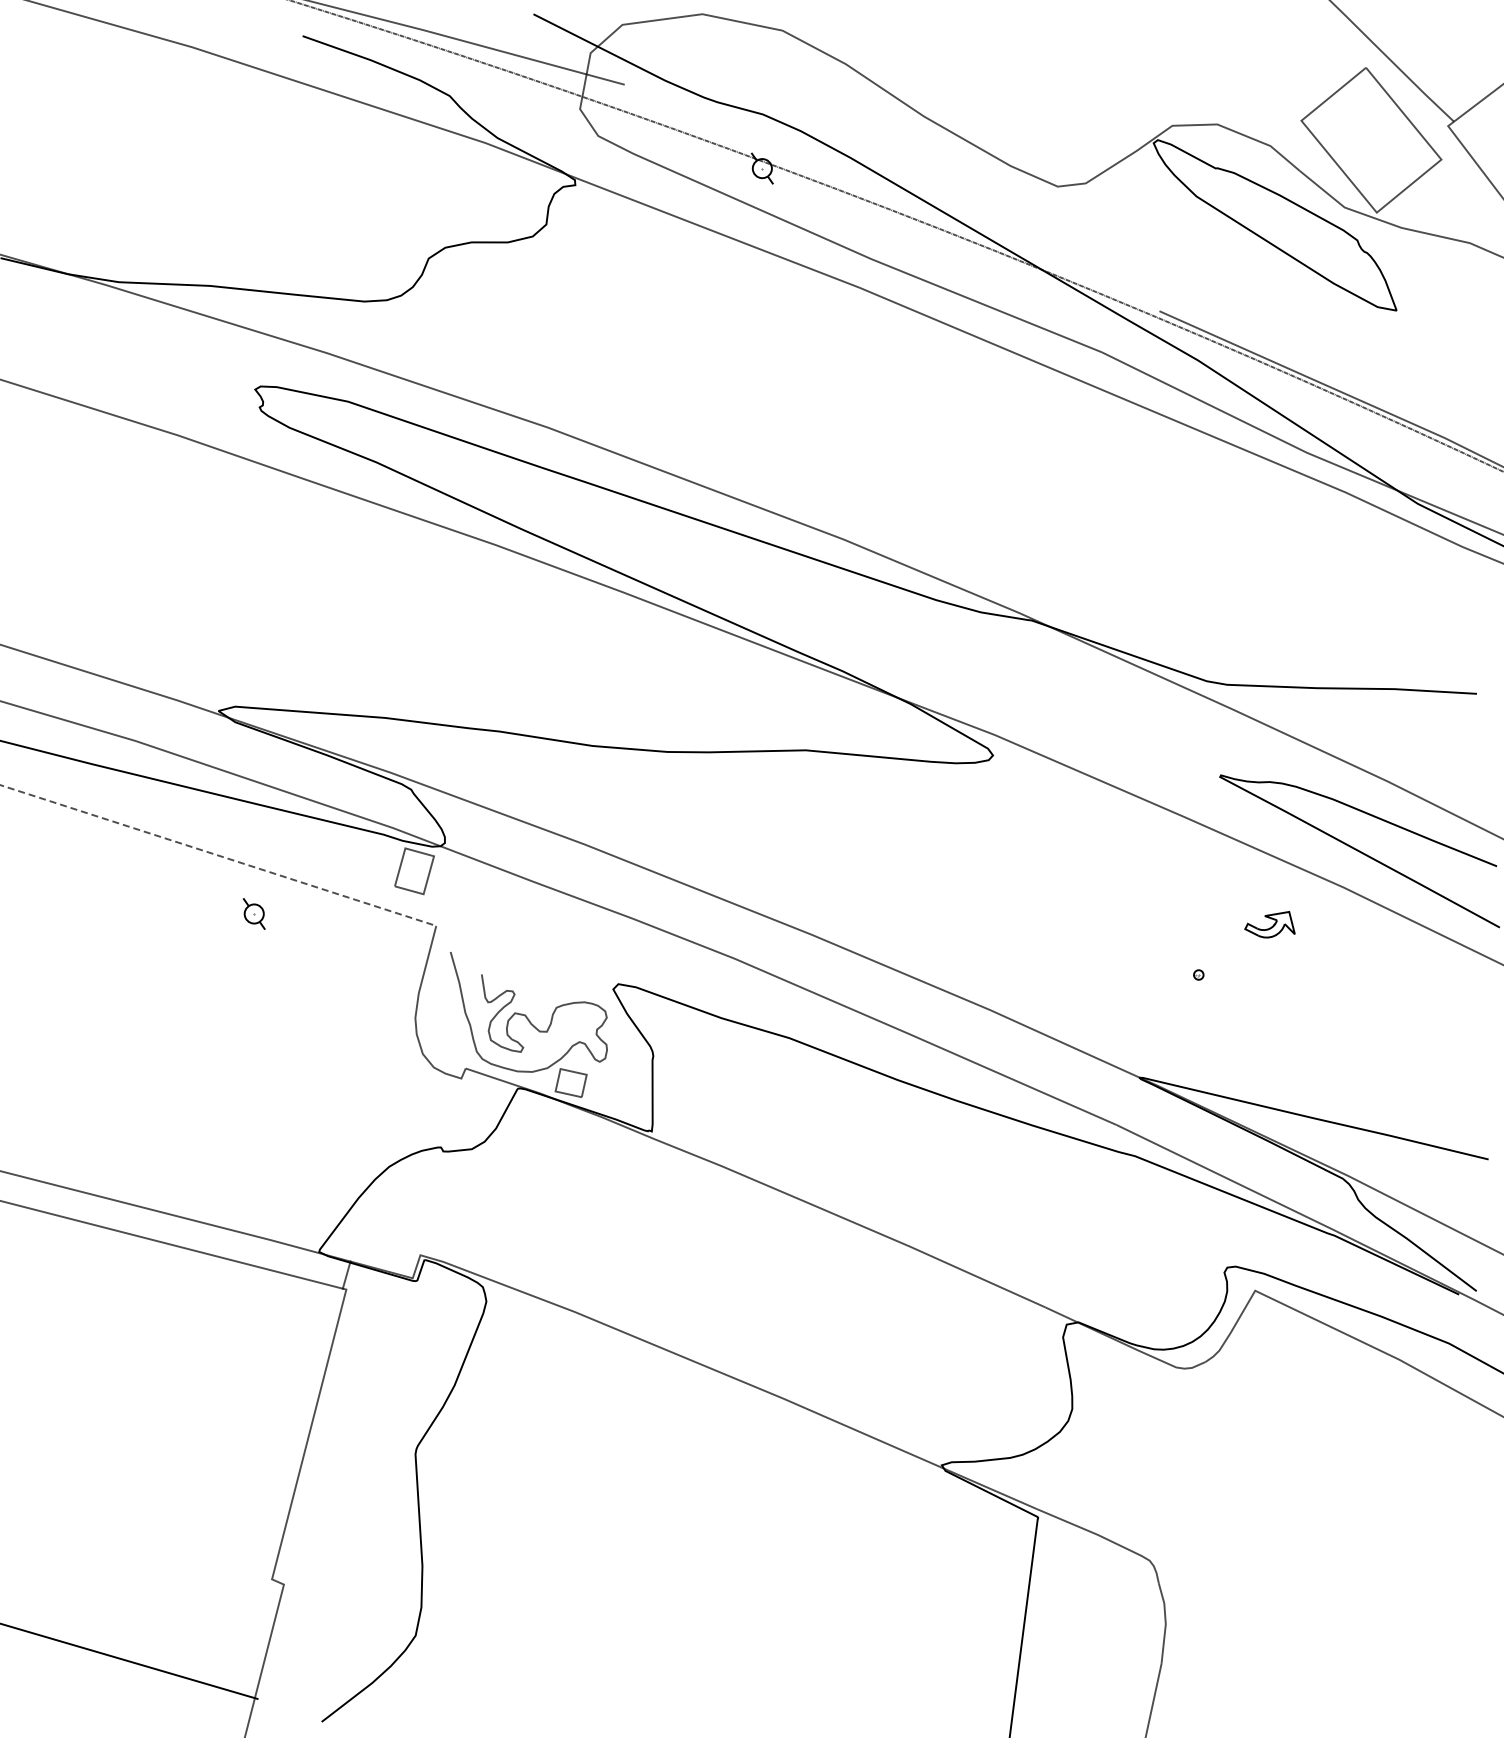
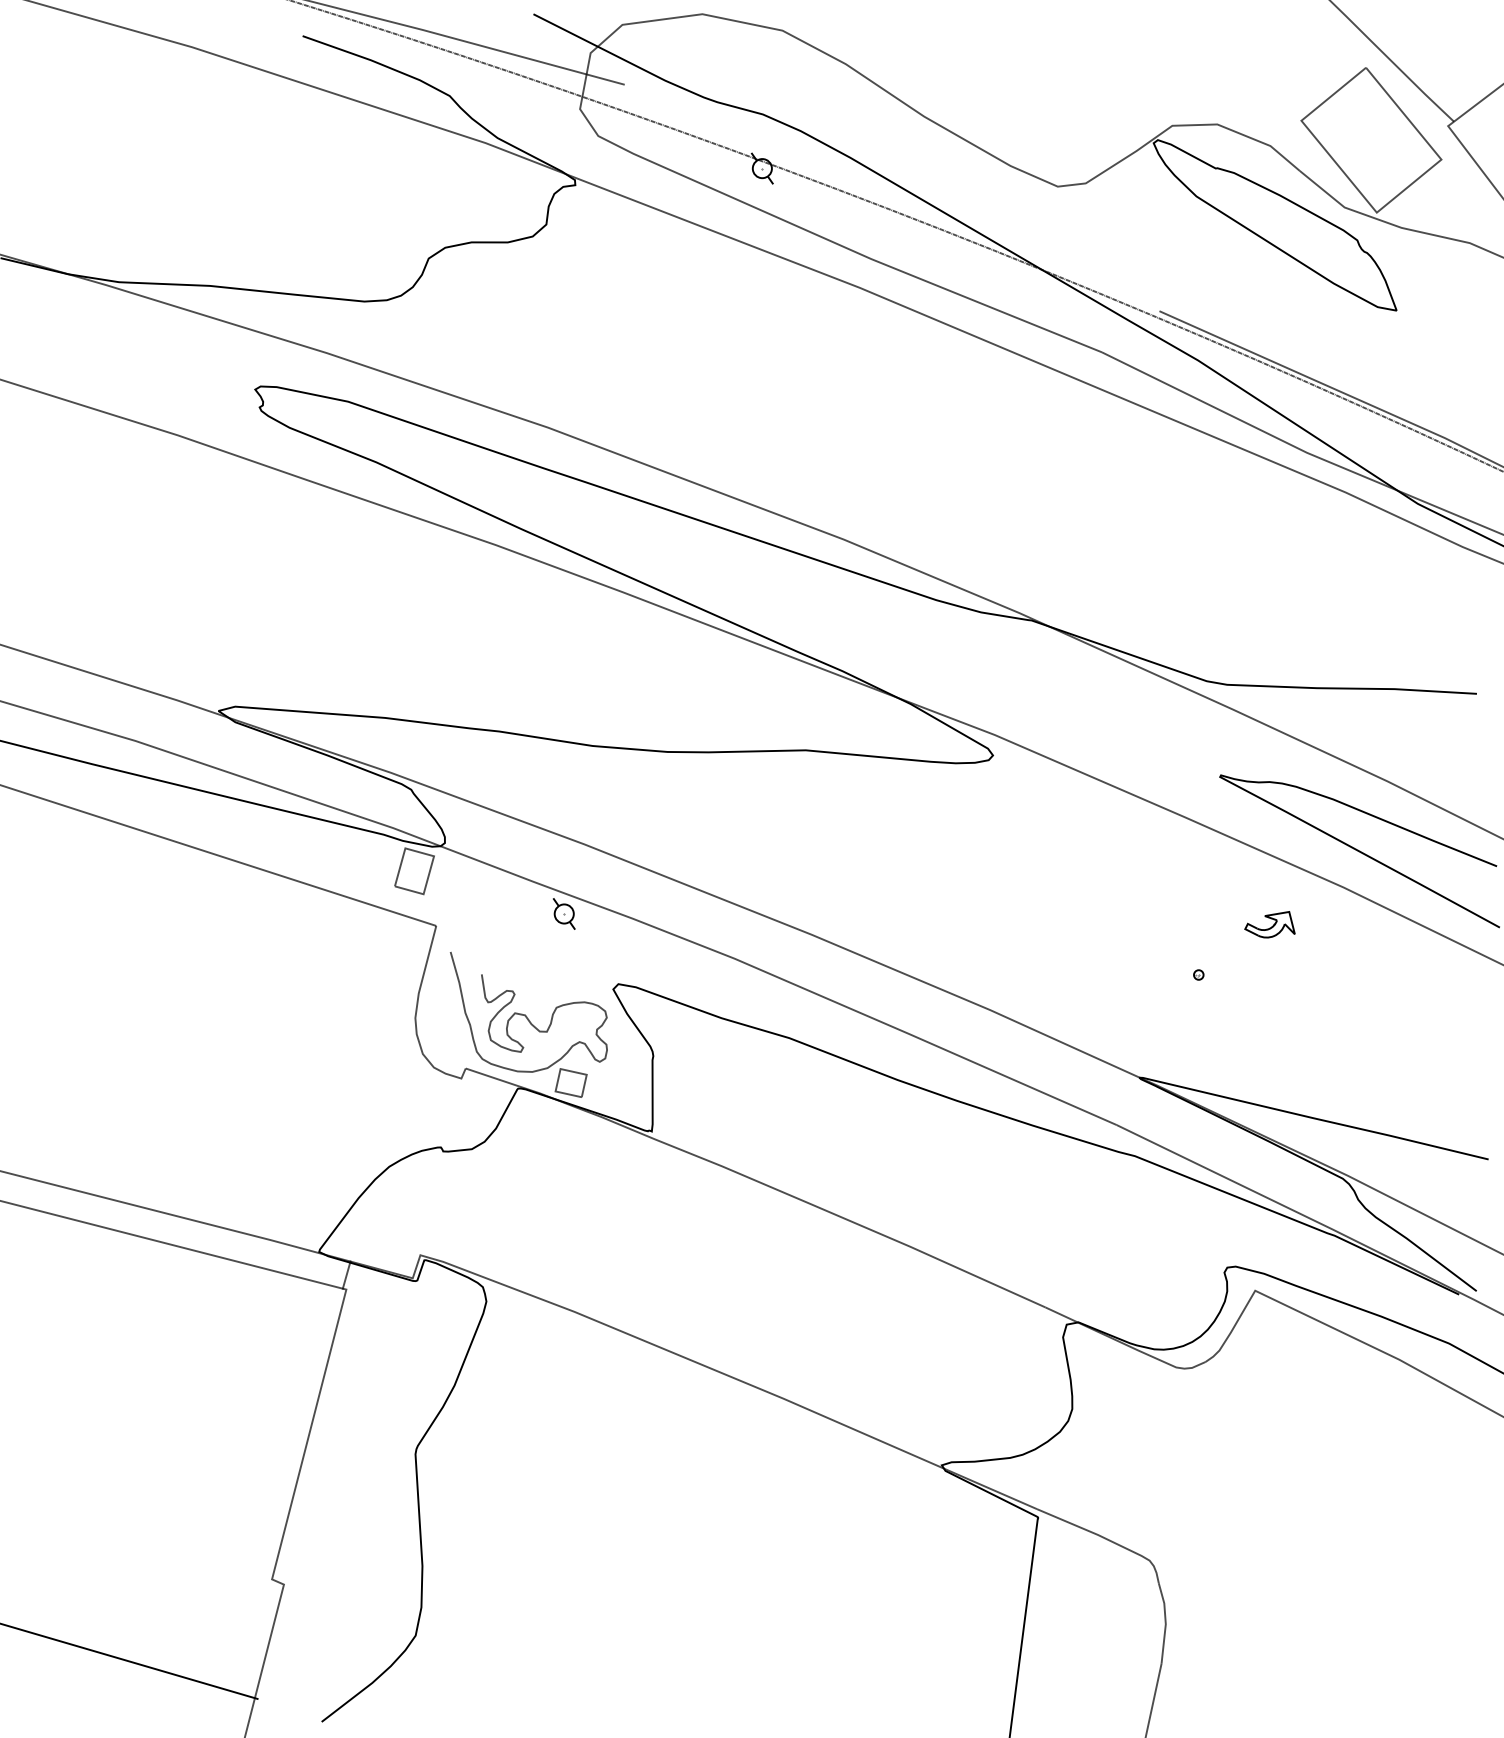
line at (218, 855): dashed -> solid
part at (253, 913) position: (253, 913) -> (563, 913)
